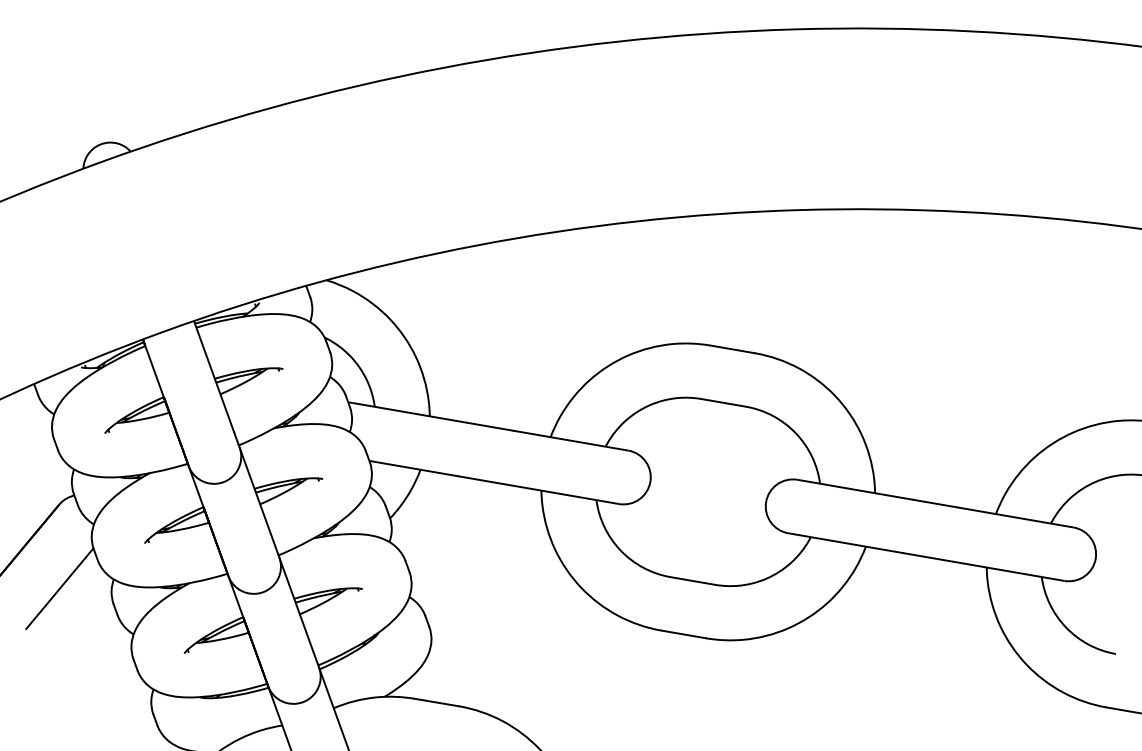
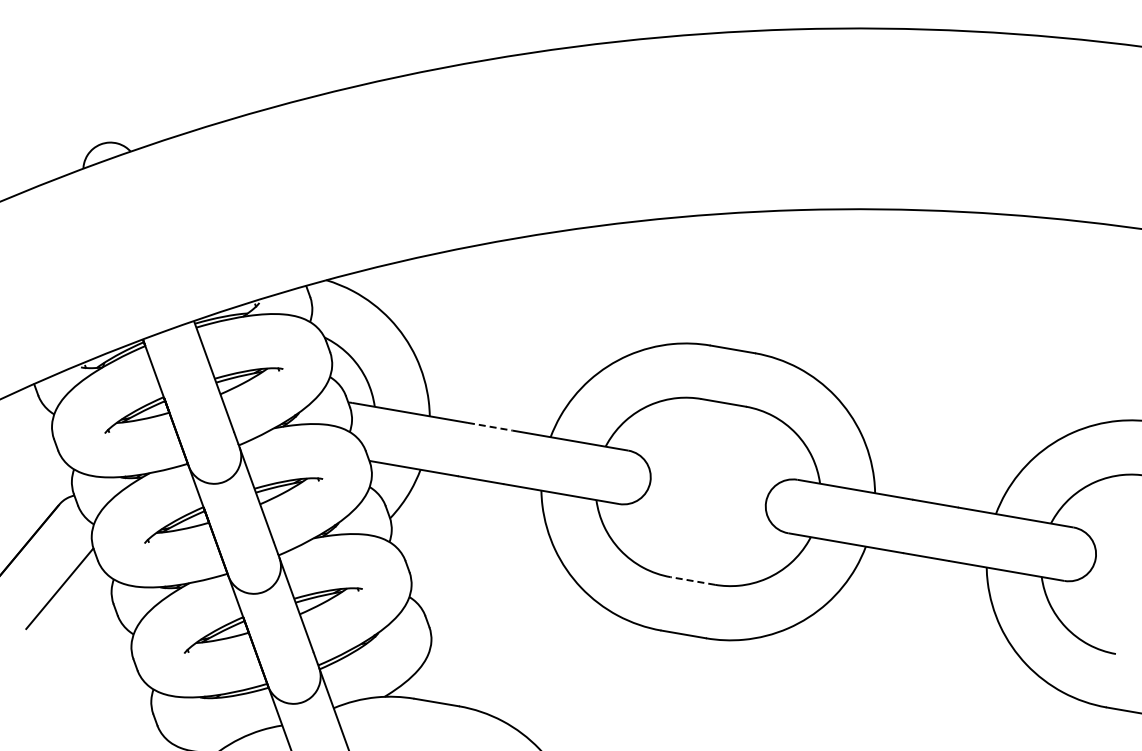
line at (490, 426): solid -> dashed
line at (692, 580): solid -> dashed
